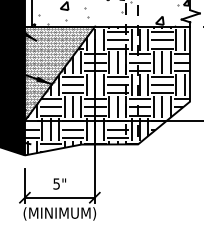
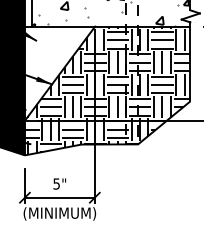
hatch at (58, 72): present -> none
